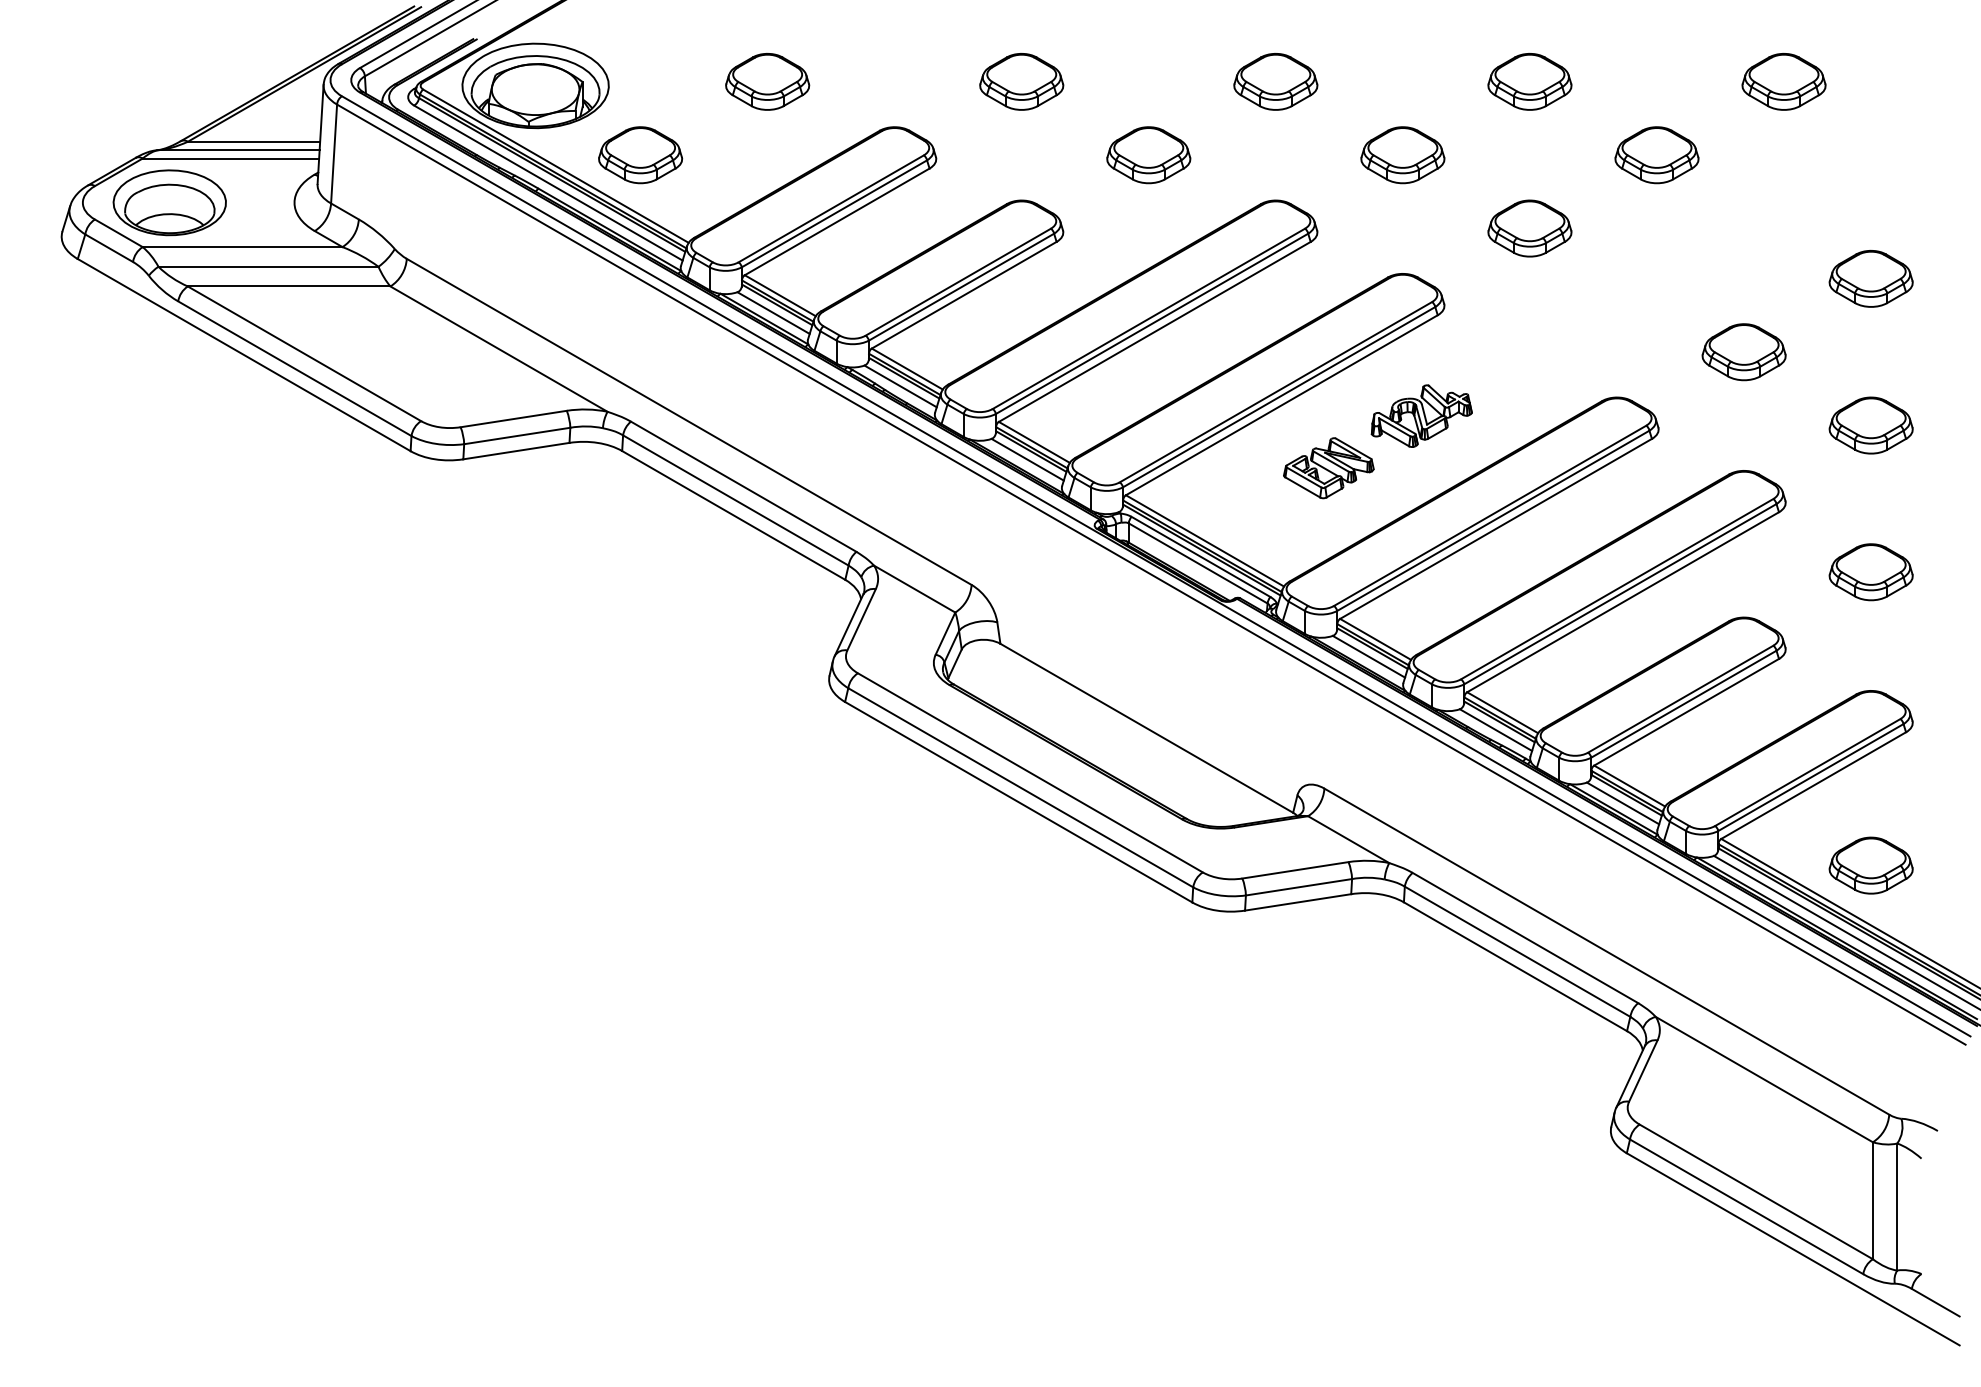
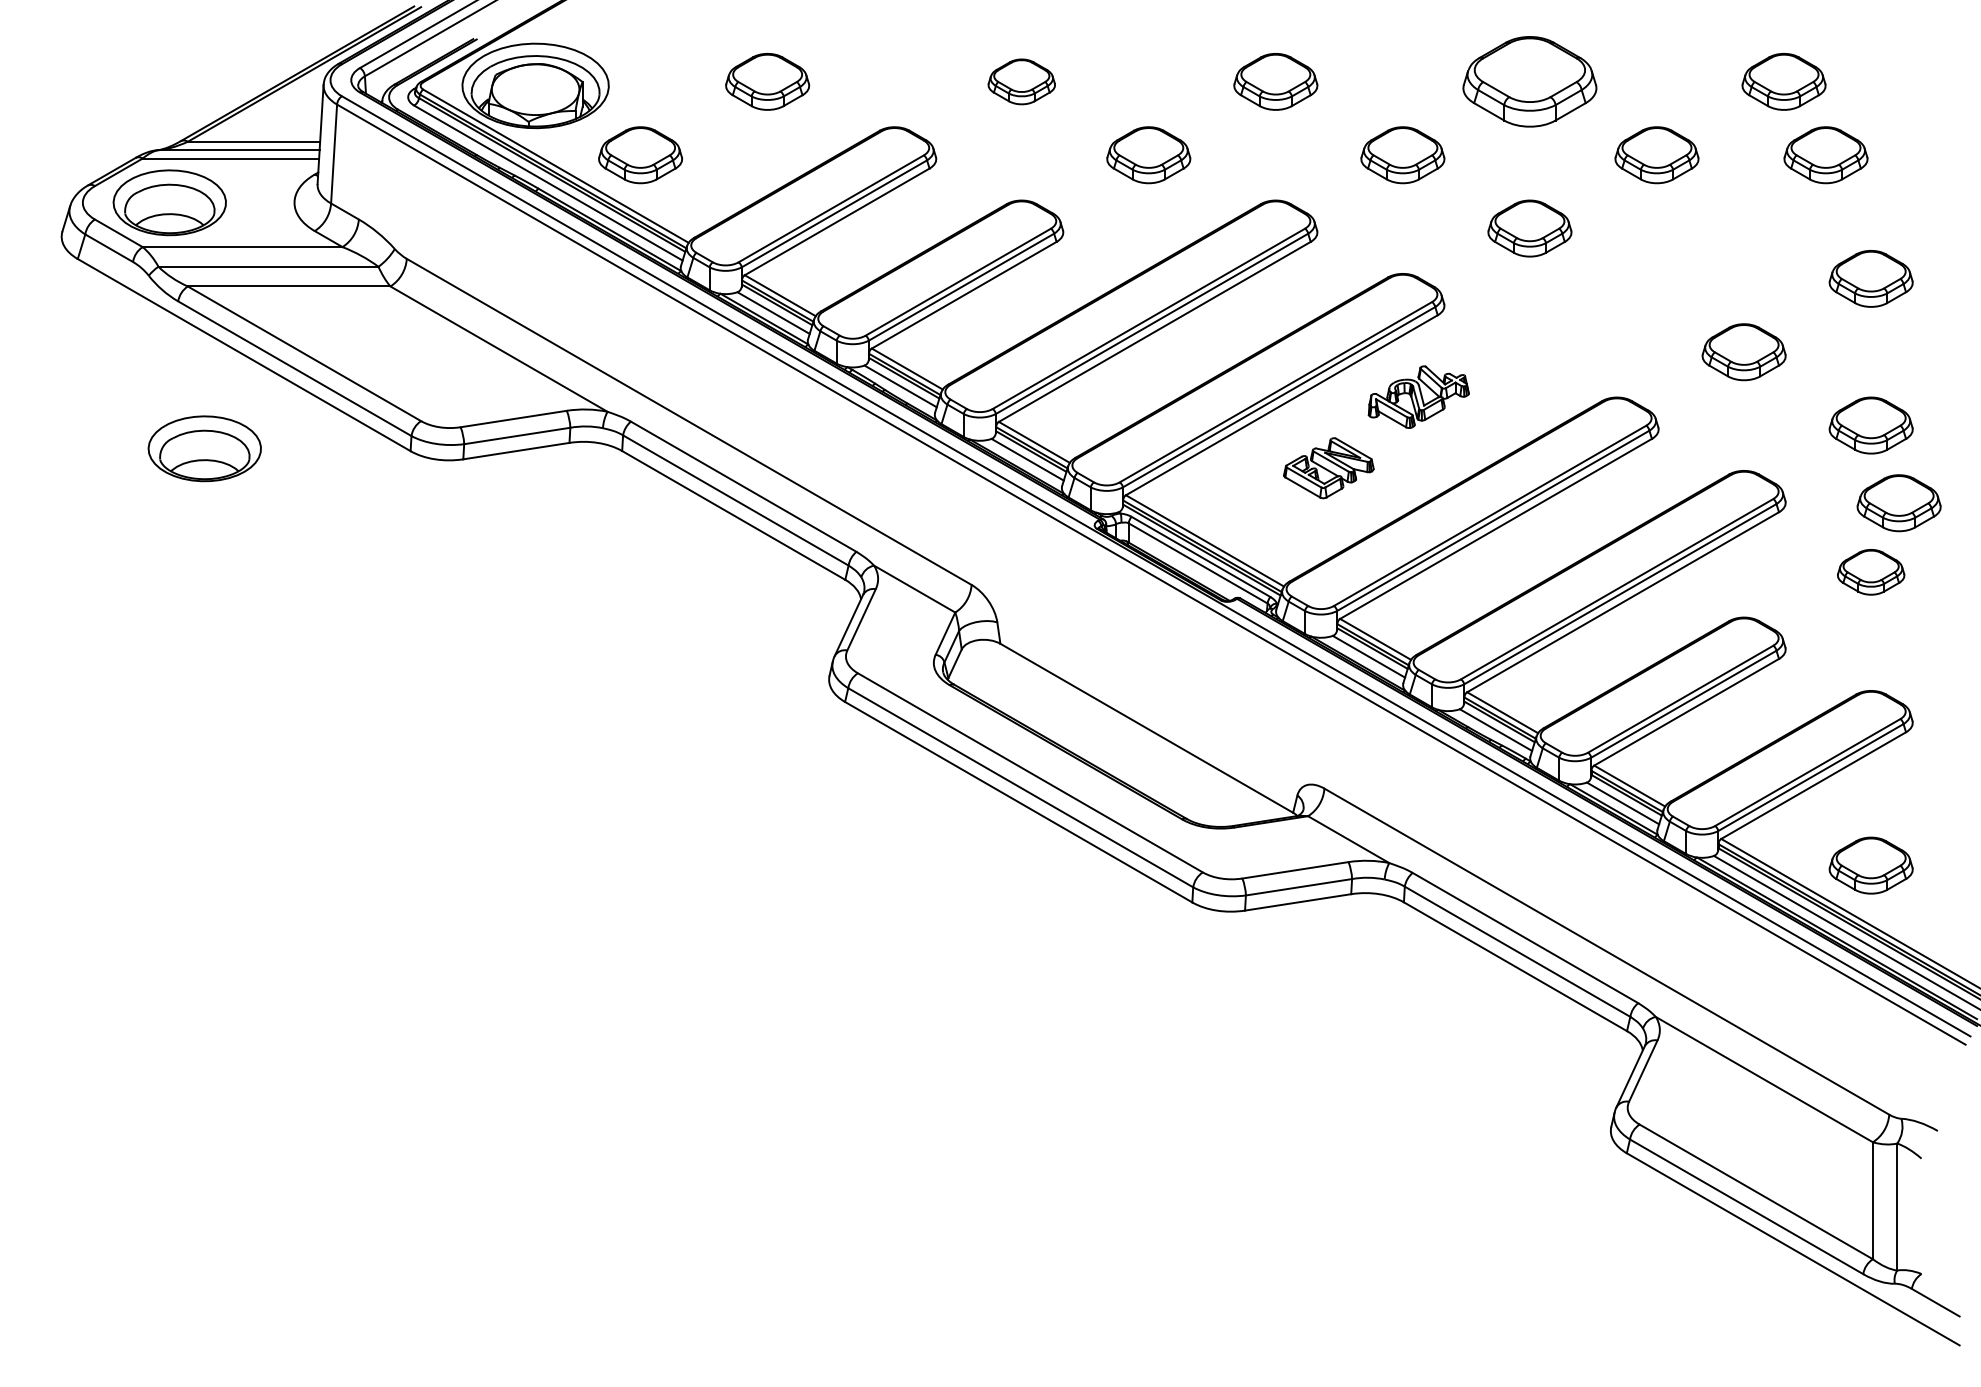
part at (1021, 81) size: 86x58 px -> 69x48 px
part at (1529, 81) size: 86x58 px -> 136x92 px
part at (1825, 155): none -> present
part at (1421, 415) position: (1421, 415) -> (1418, 396)
part at (204, 448): none -> present
part at (1898, 503): none -> present
part at (1870, 572) size: 86x59 px -> 69x47 px
